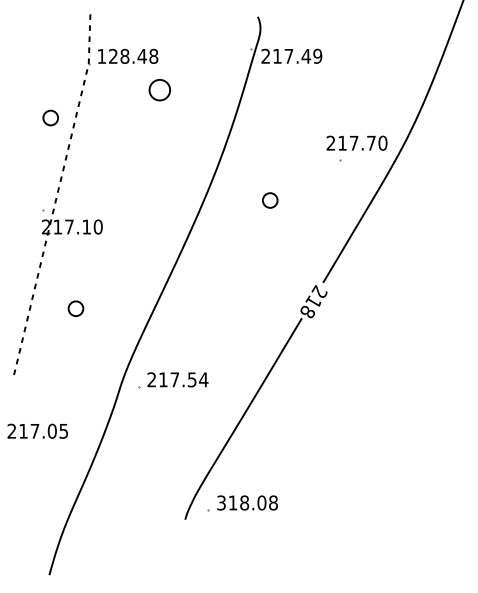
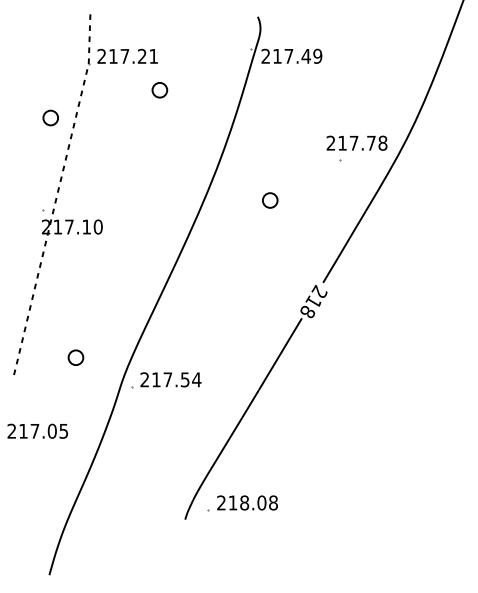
text at (127, 55): 128.48 -> 217.21
part at (159, 90) size: 23x23 px -> 18x17 px
text at (382, 143): 217.70 -> 217.78
part at (75, 308) position: (75, 308) -> (75, 357)
part at (173, 380) position: (173, 380) -> (166, 380)
text at (221, 502): 318.08 -> 218.08
